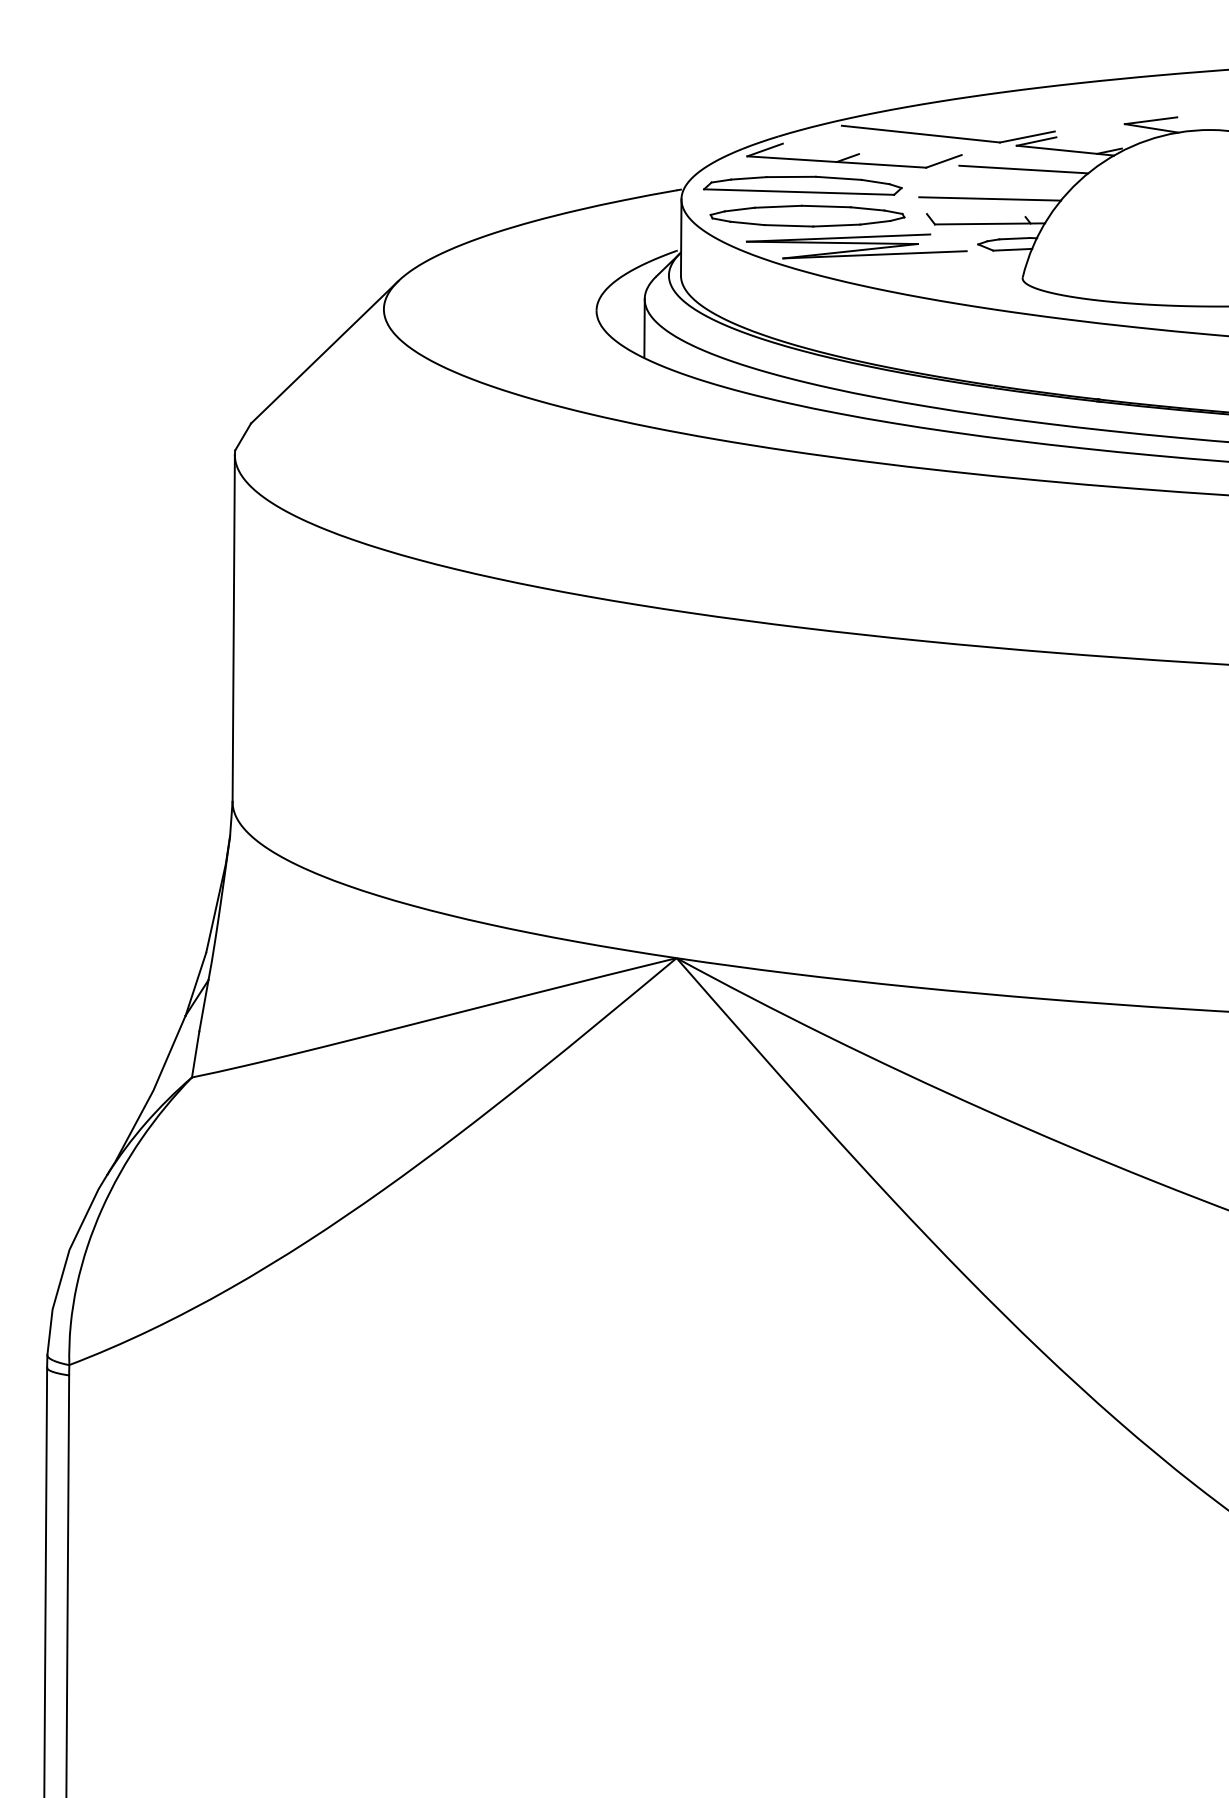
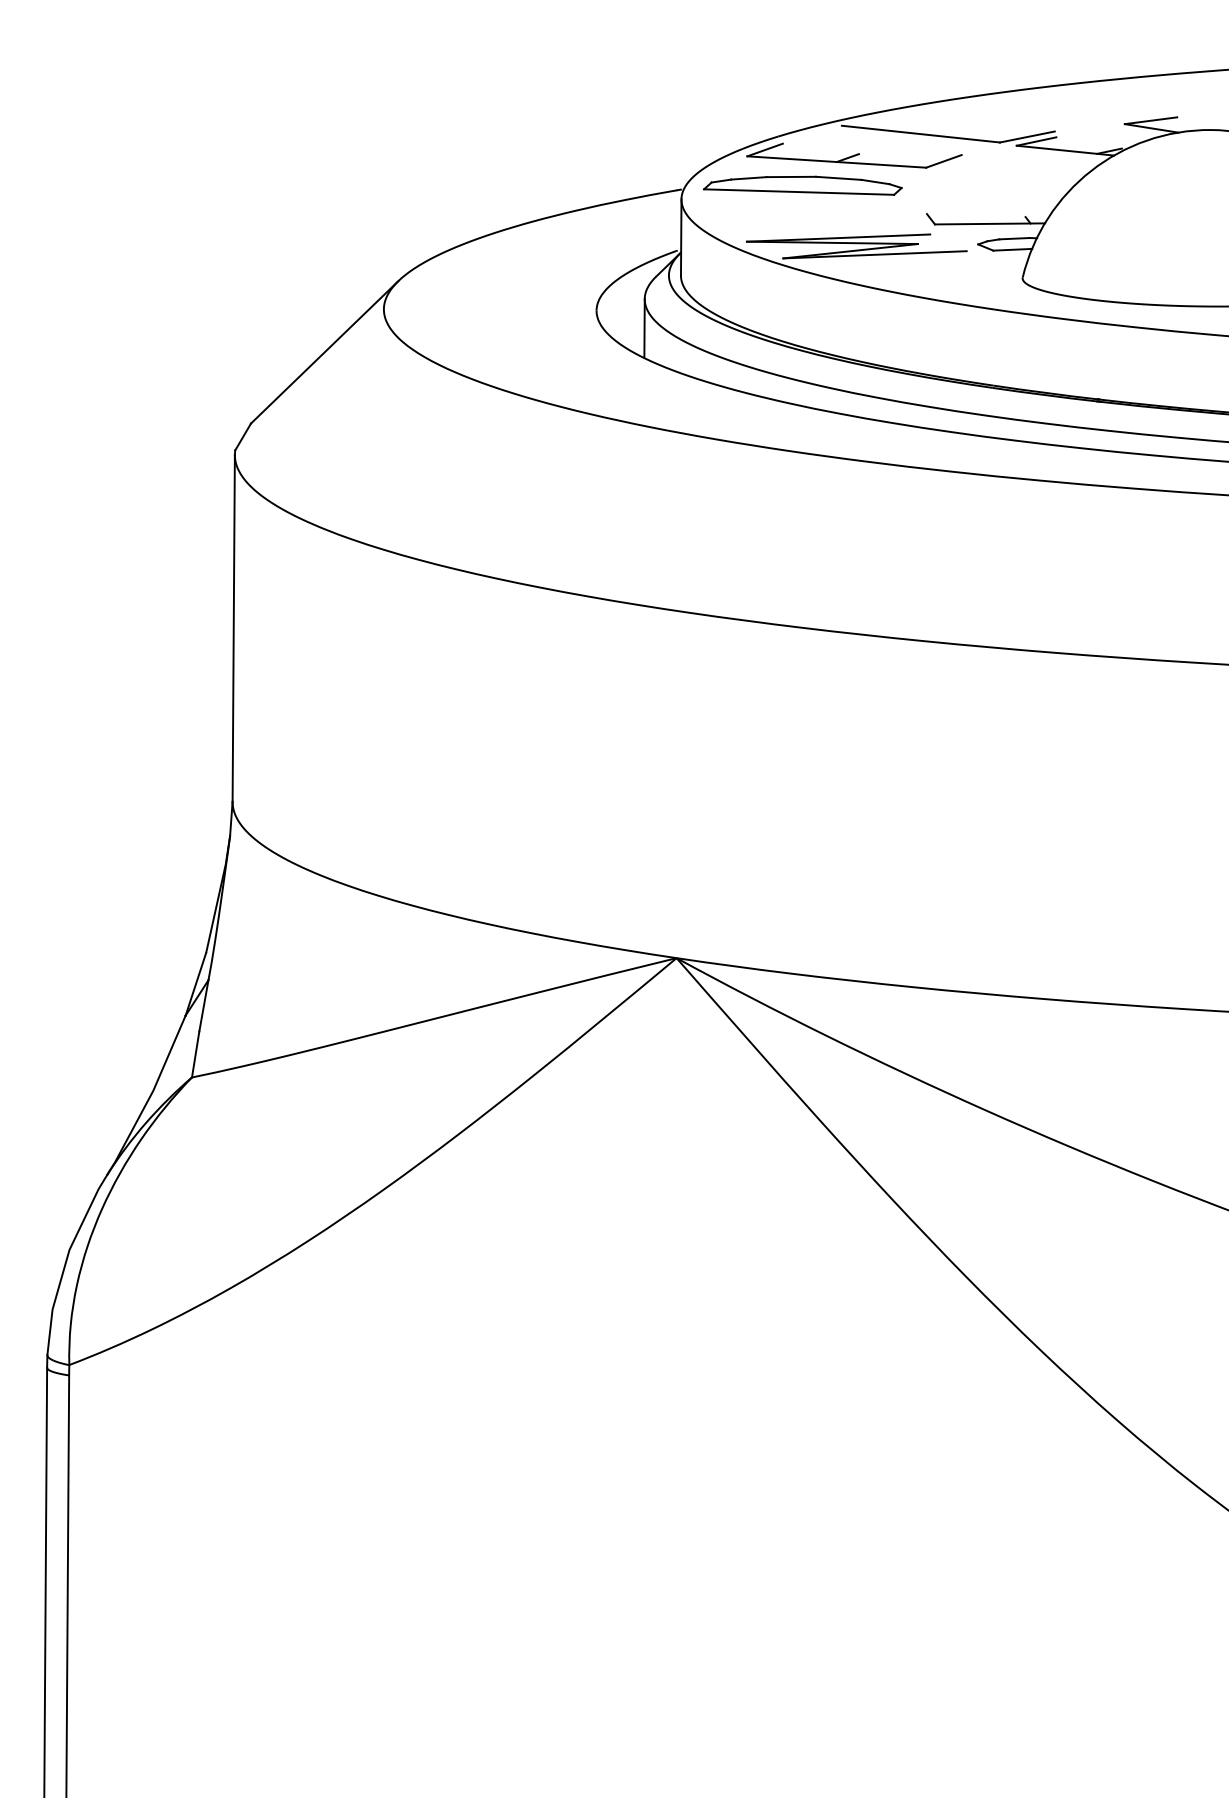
line at (1023, 169): present -> none
line at (990, 198): present -> none
part at (807, 215): present -> none
